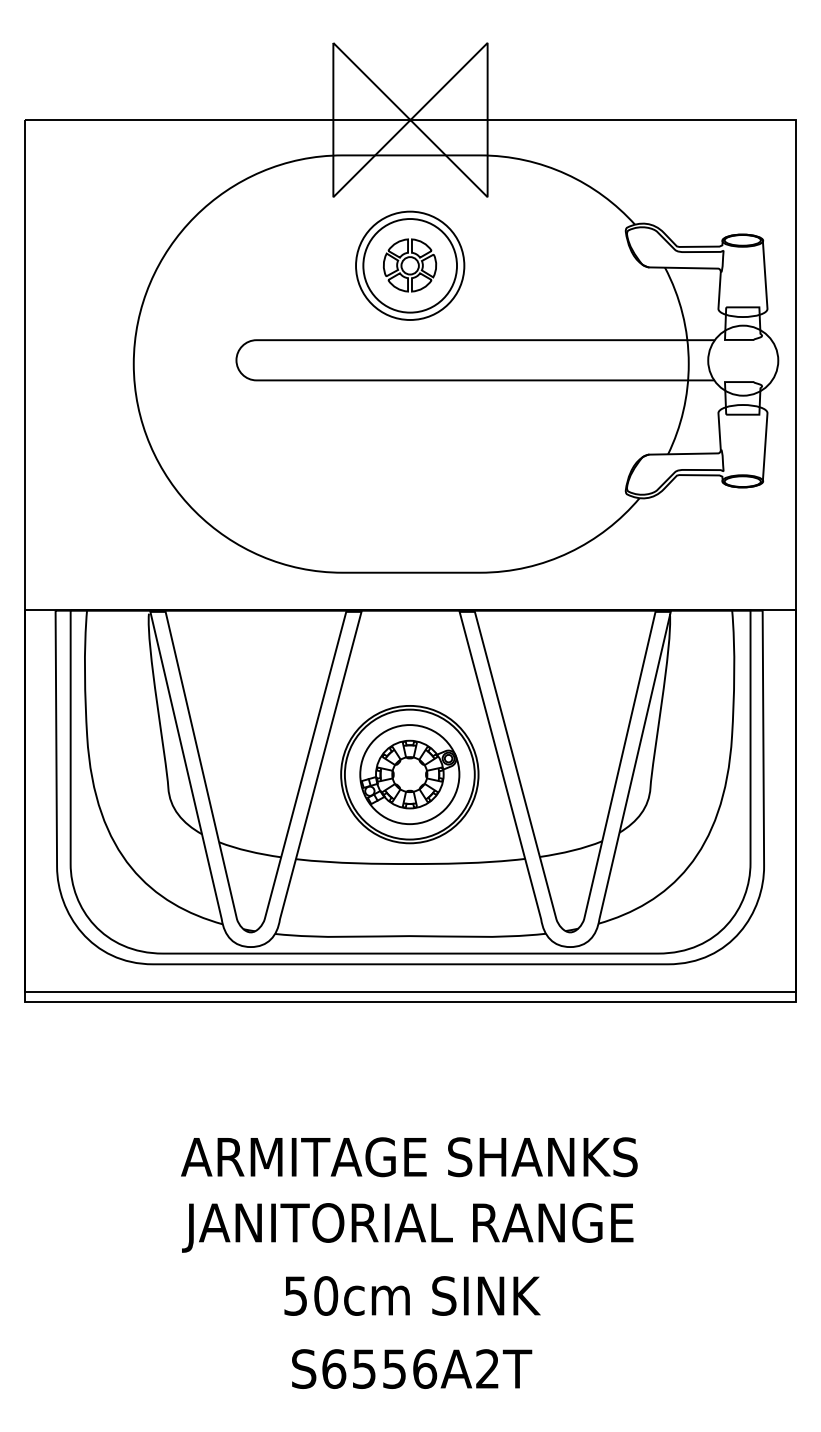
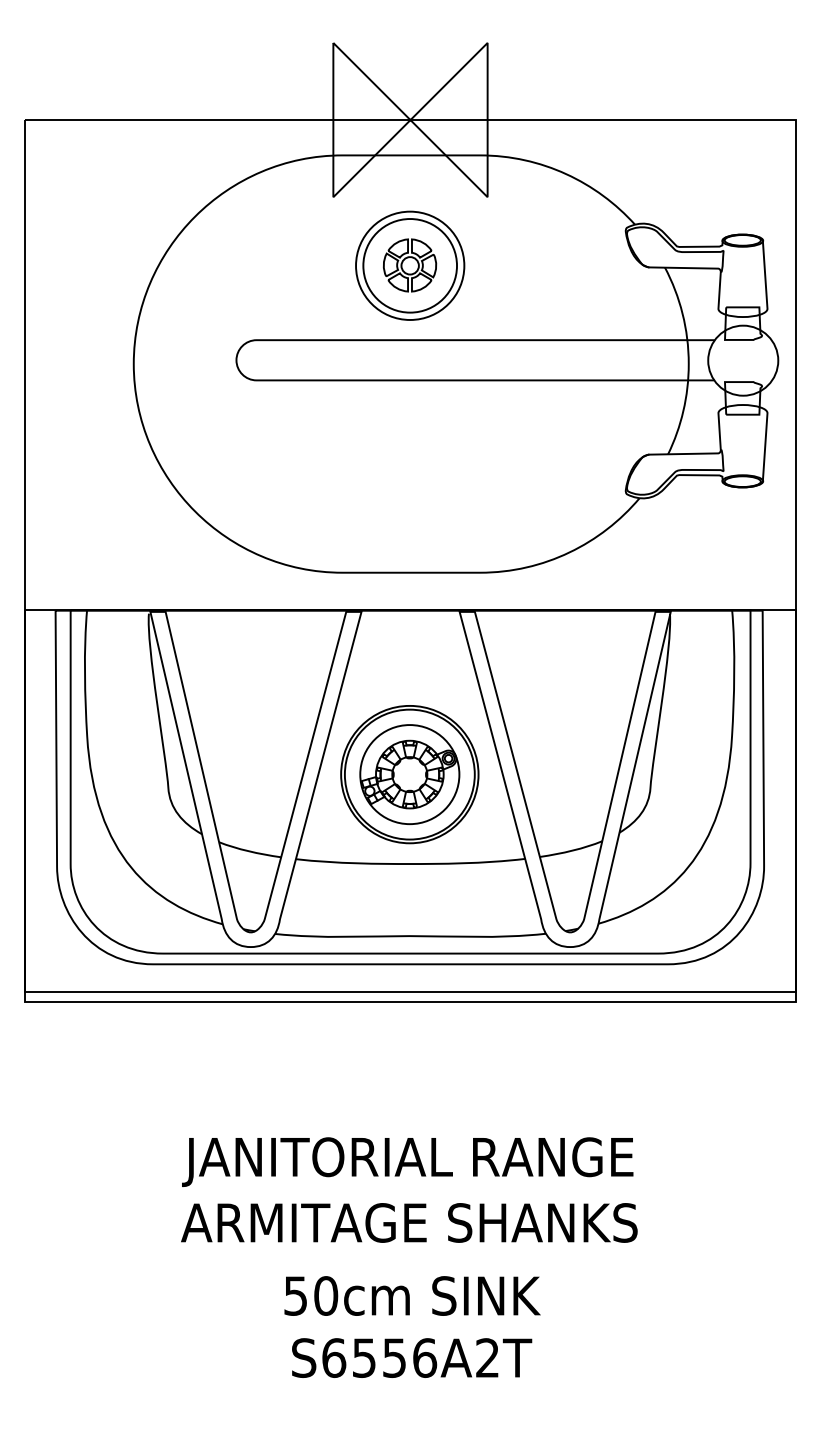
text at (409, 1161): ARMITAGE SHANKS -> JANITORIAL RANGE
text at (409, 1227): JANITORIAL RANGE -> ARMITAGE SHANKS
text at (412, 1368) position: (412, 1368) -> (412, 1357)
